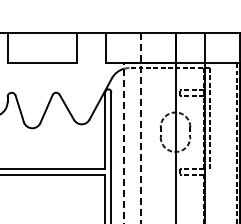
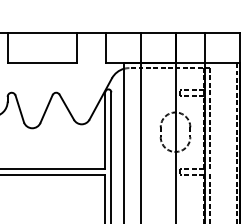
line at (140, 128): dashed -> solid
line at (124, 142): dashed -> solid
line at (210, 195): none -> present
